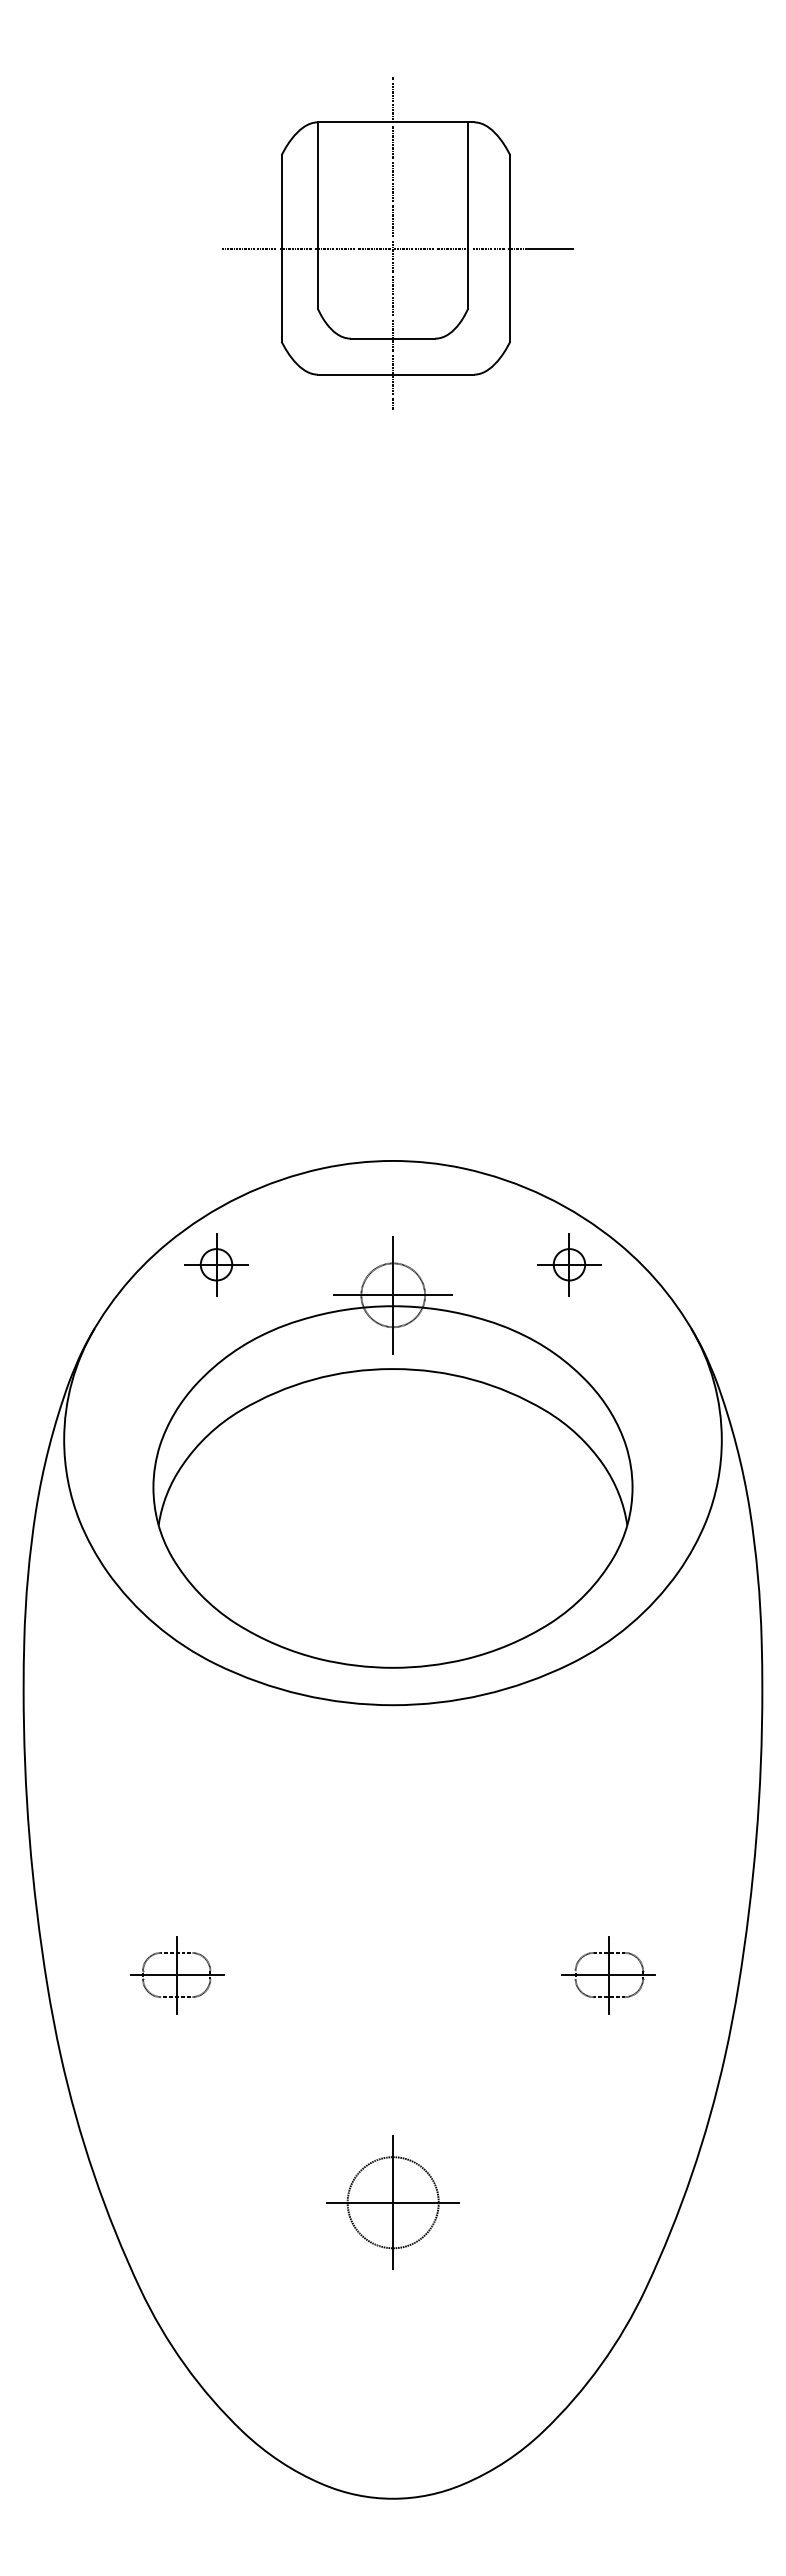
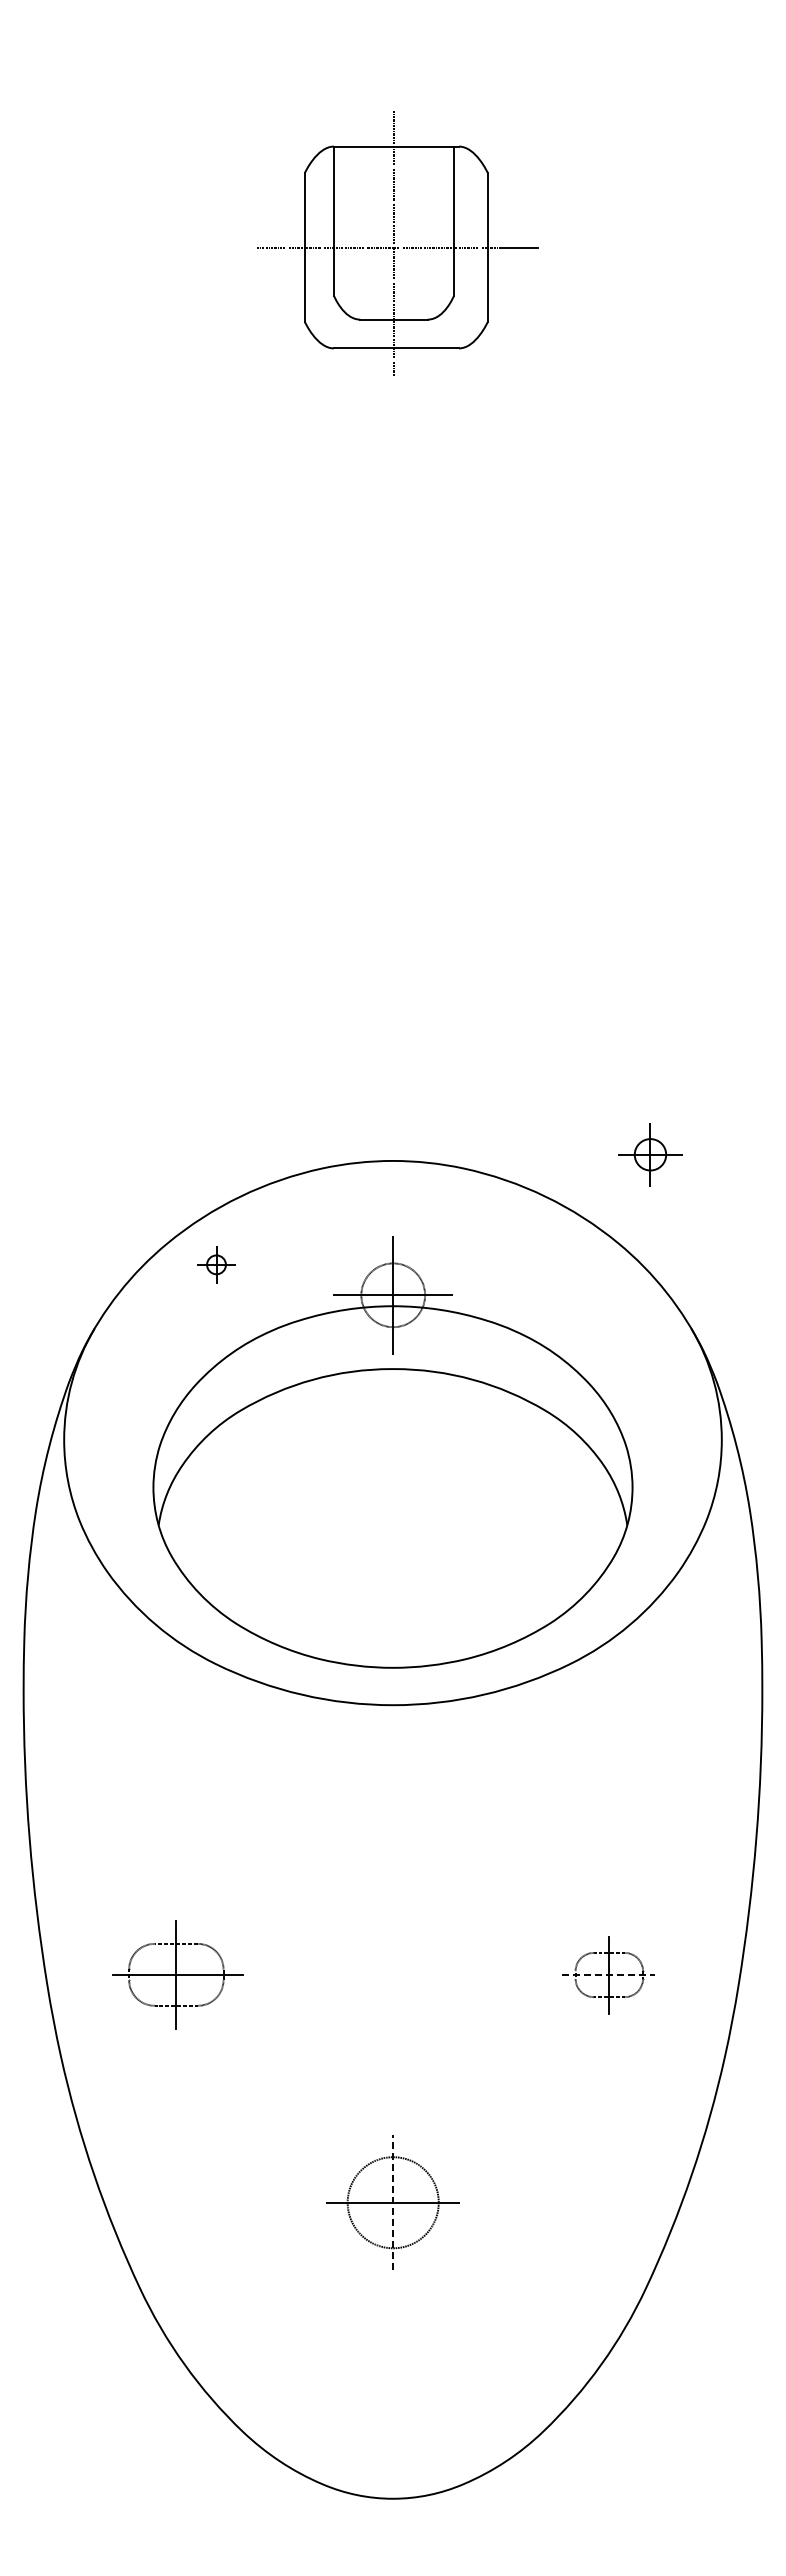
part at (397, 243) size: 352x333 px -> 282x265 px
part at (216, 1264) size: 65x64 px -> 39x38 px
part at (569, 1264) position: (569, 1264) -> (650, 1154)
part at (177, 1975) size: 95x79 px -> 132x110 px
line at (608, 1975): solid -> dashed
line at (393, 2202): solid -> dashed
